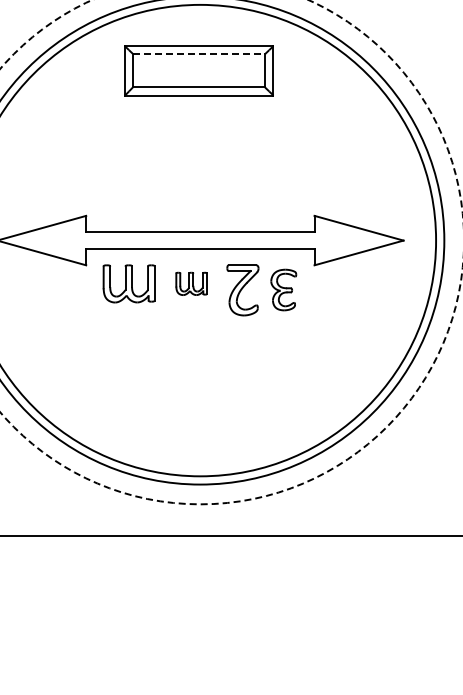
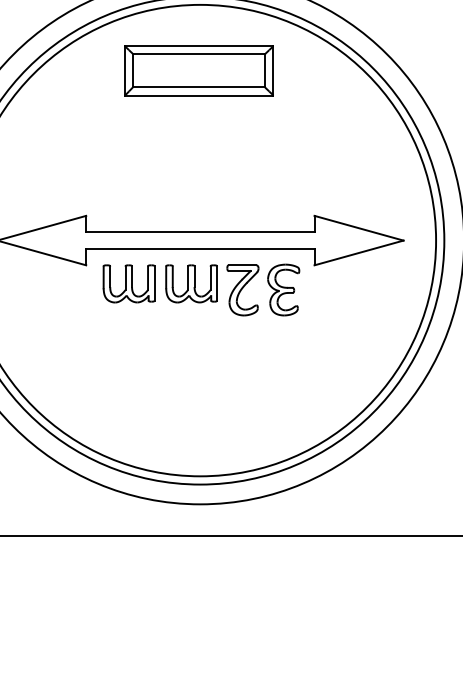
line at (199, 54): dashed -> solid
circle at (231, 252): dashed -> solid
part at (191, 283) size: 33x25 px -> 53x40 px
part at (283, 289) size: 28x44 px -> 34x54 px
